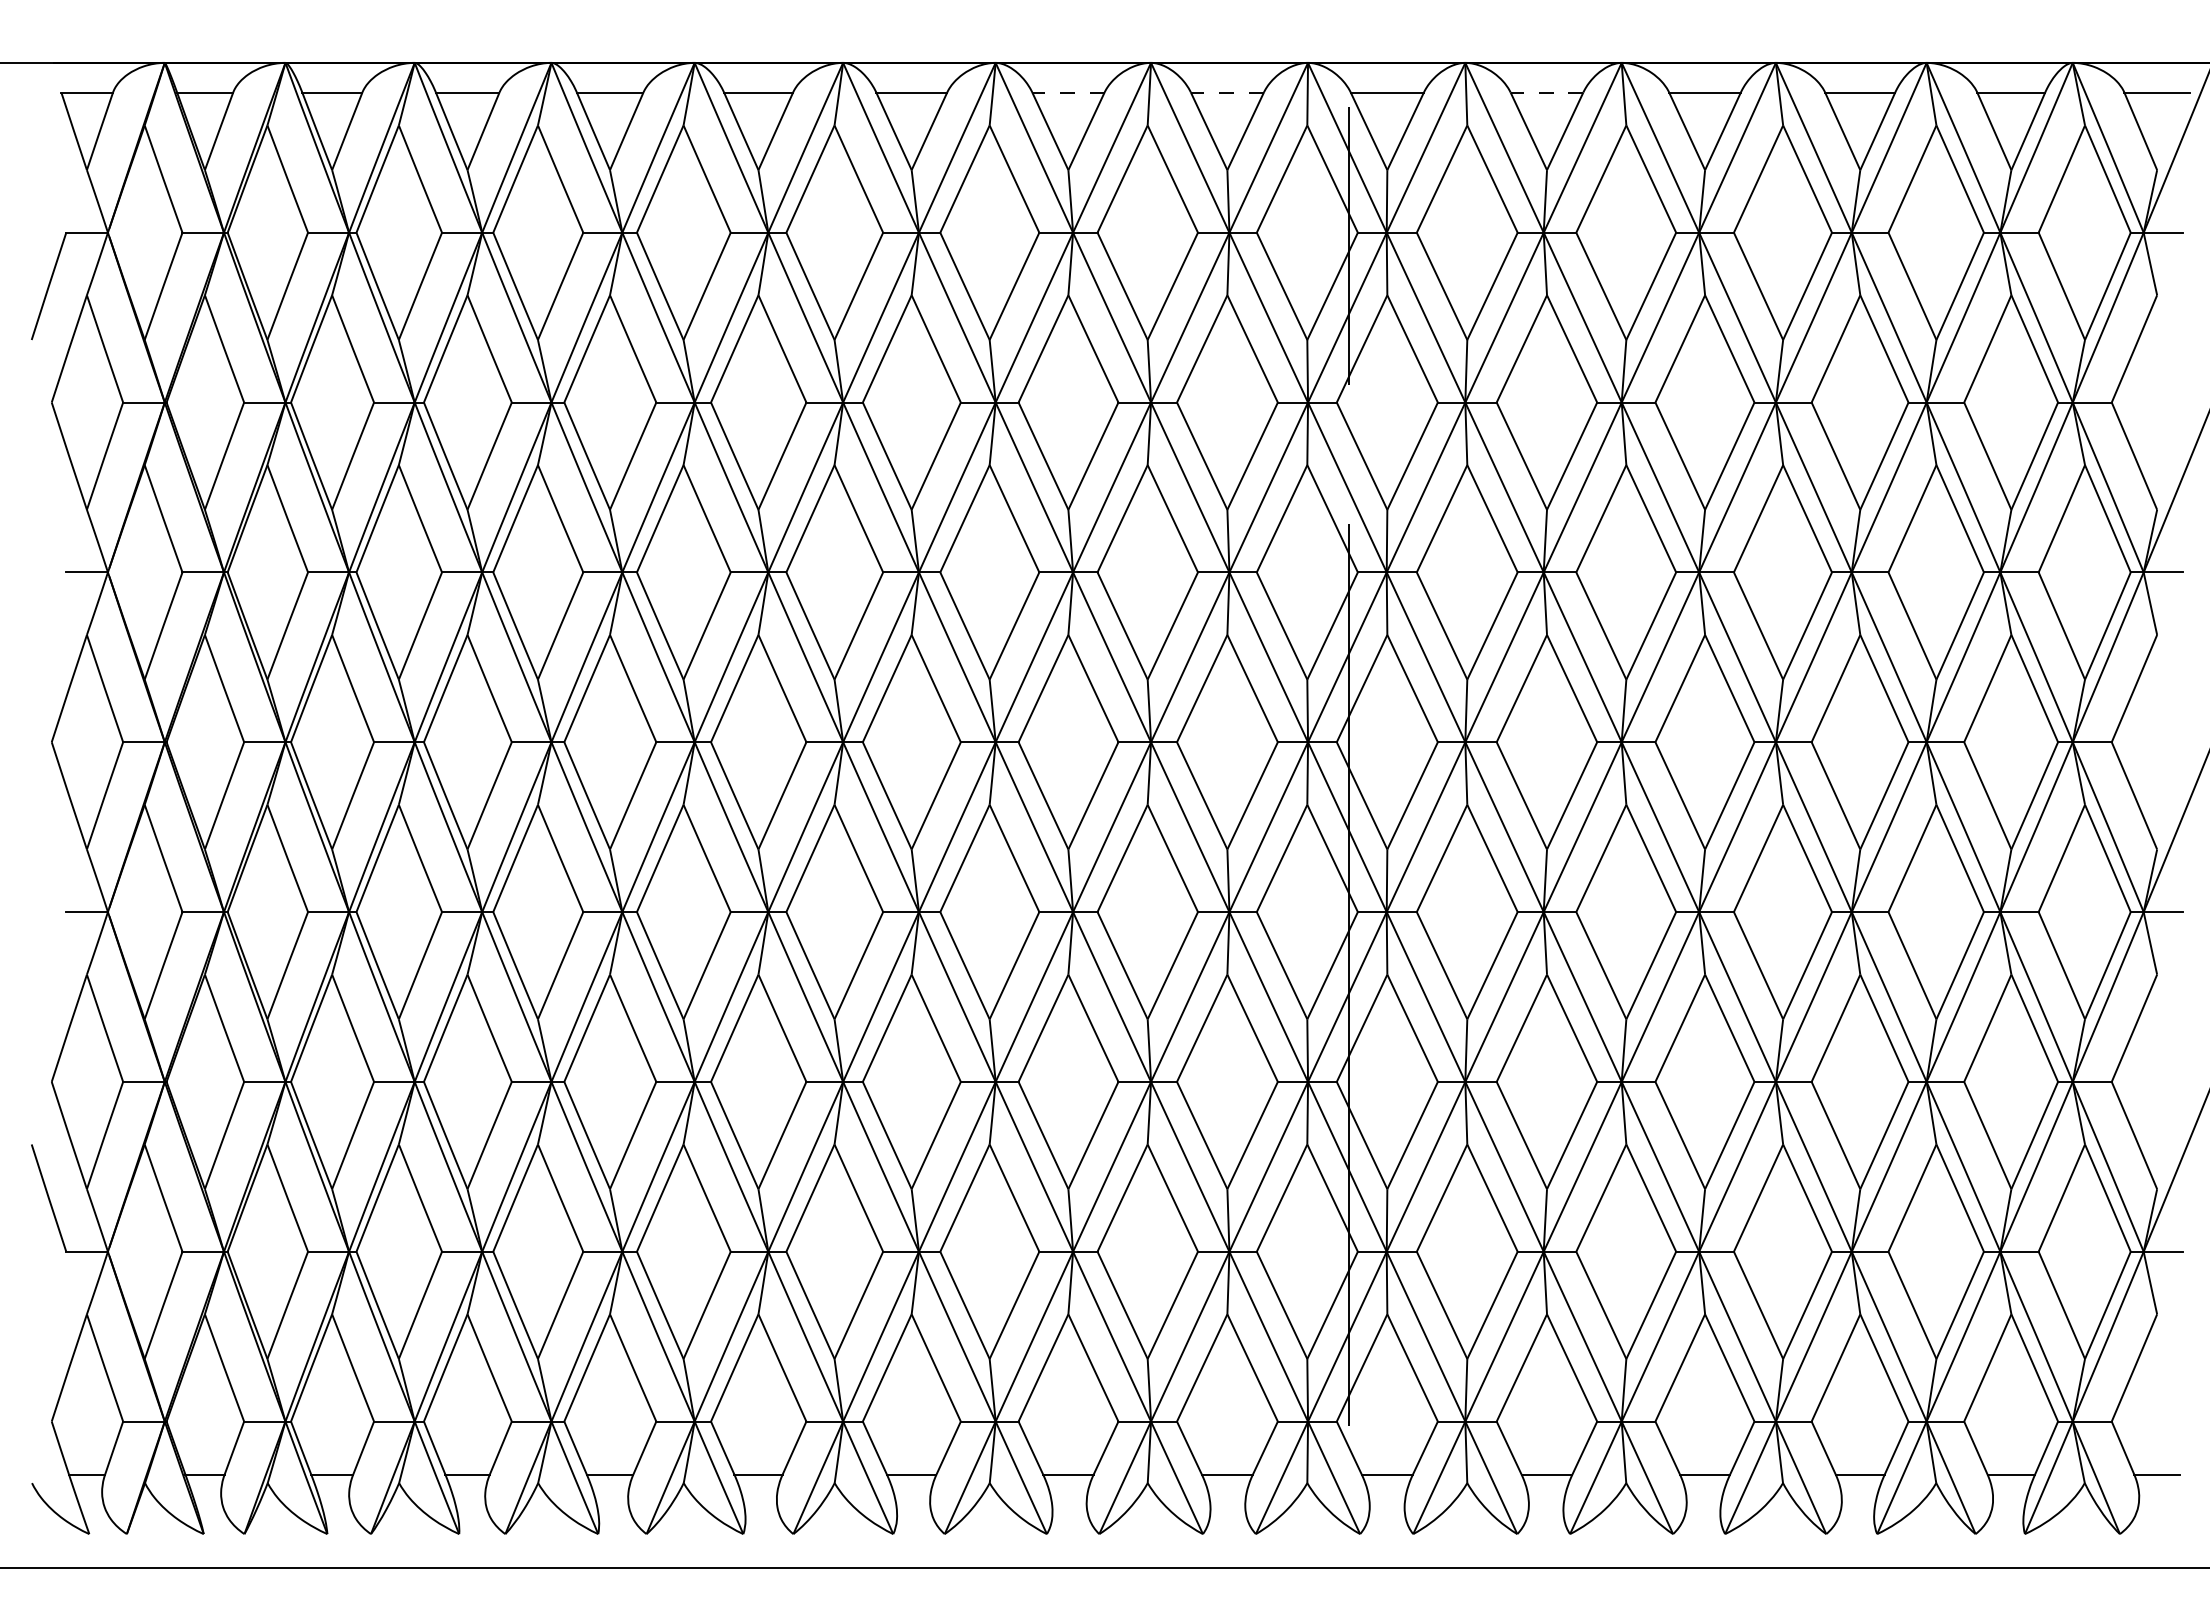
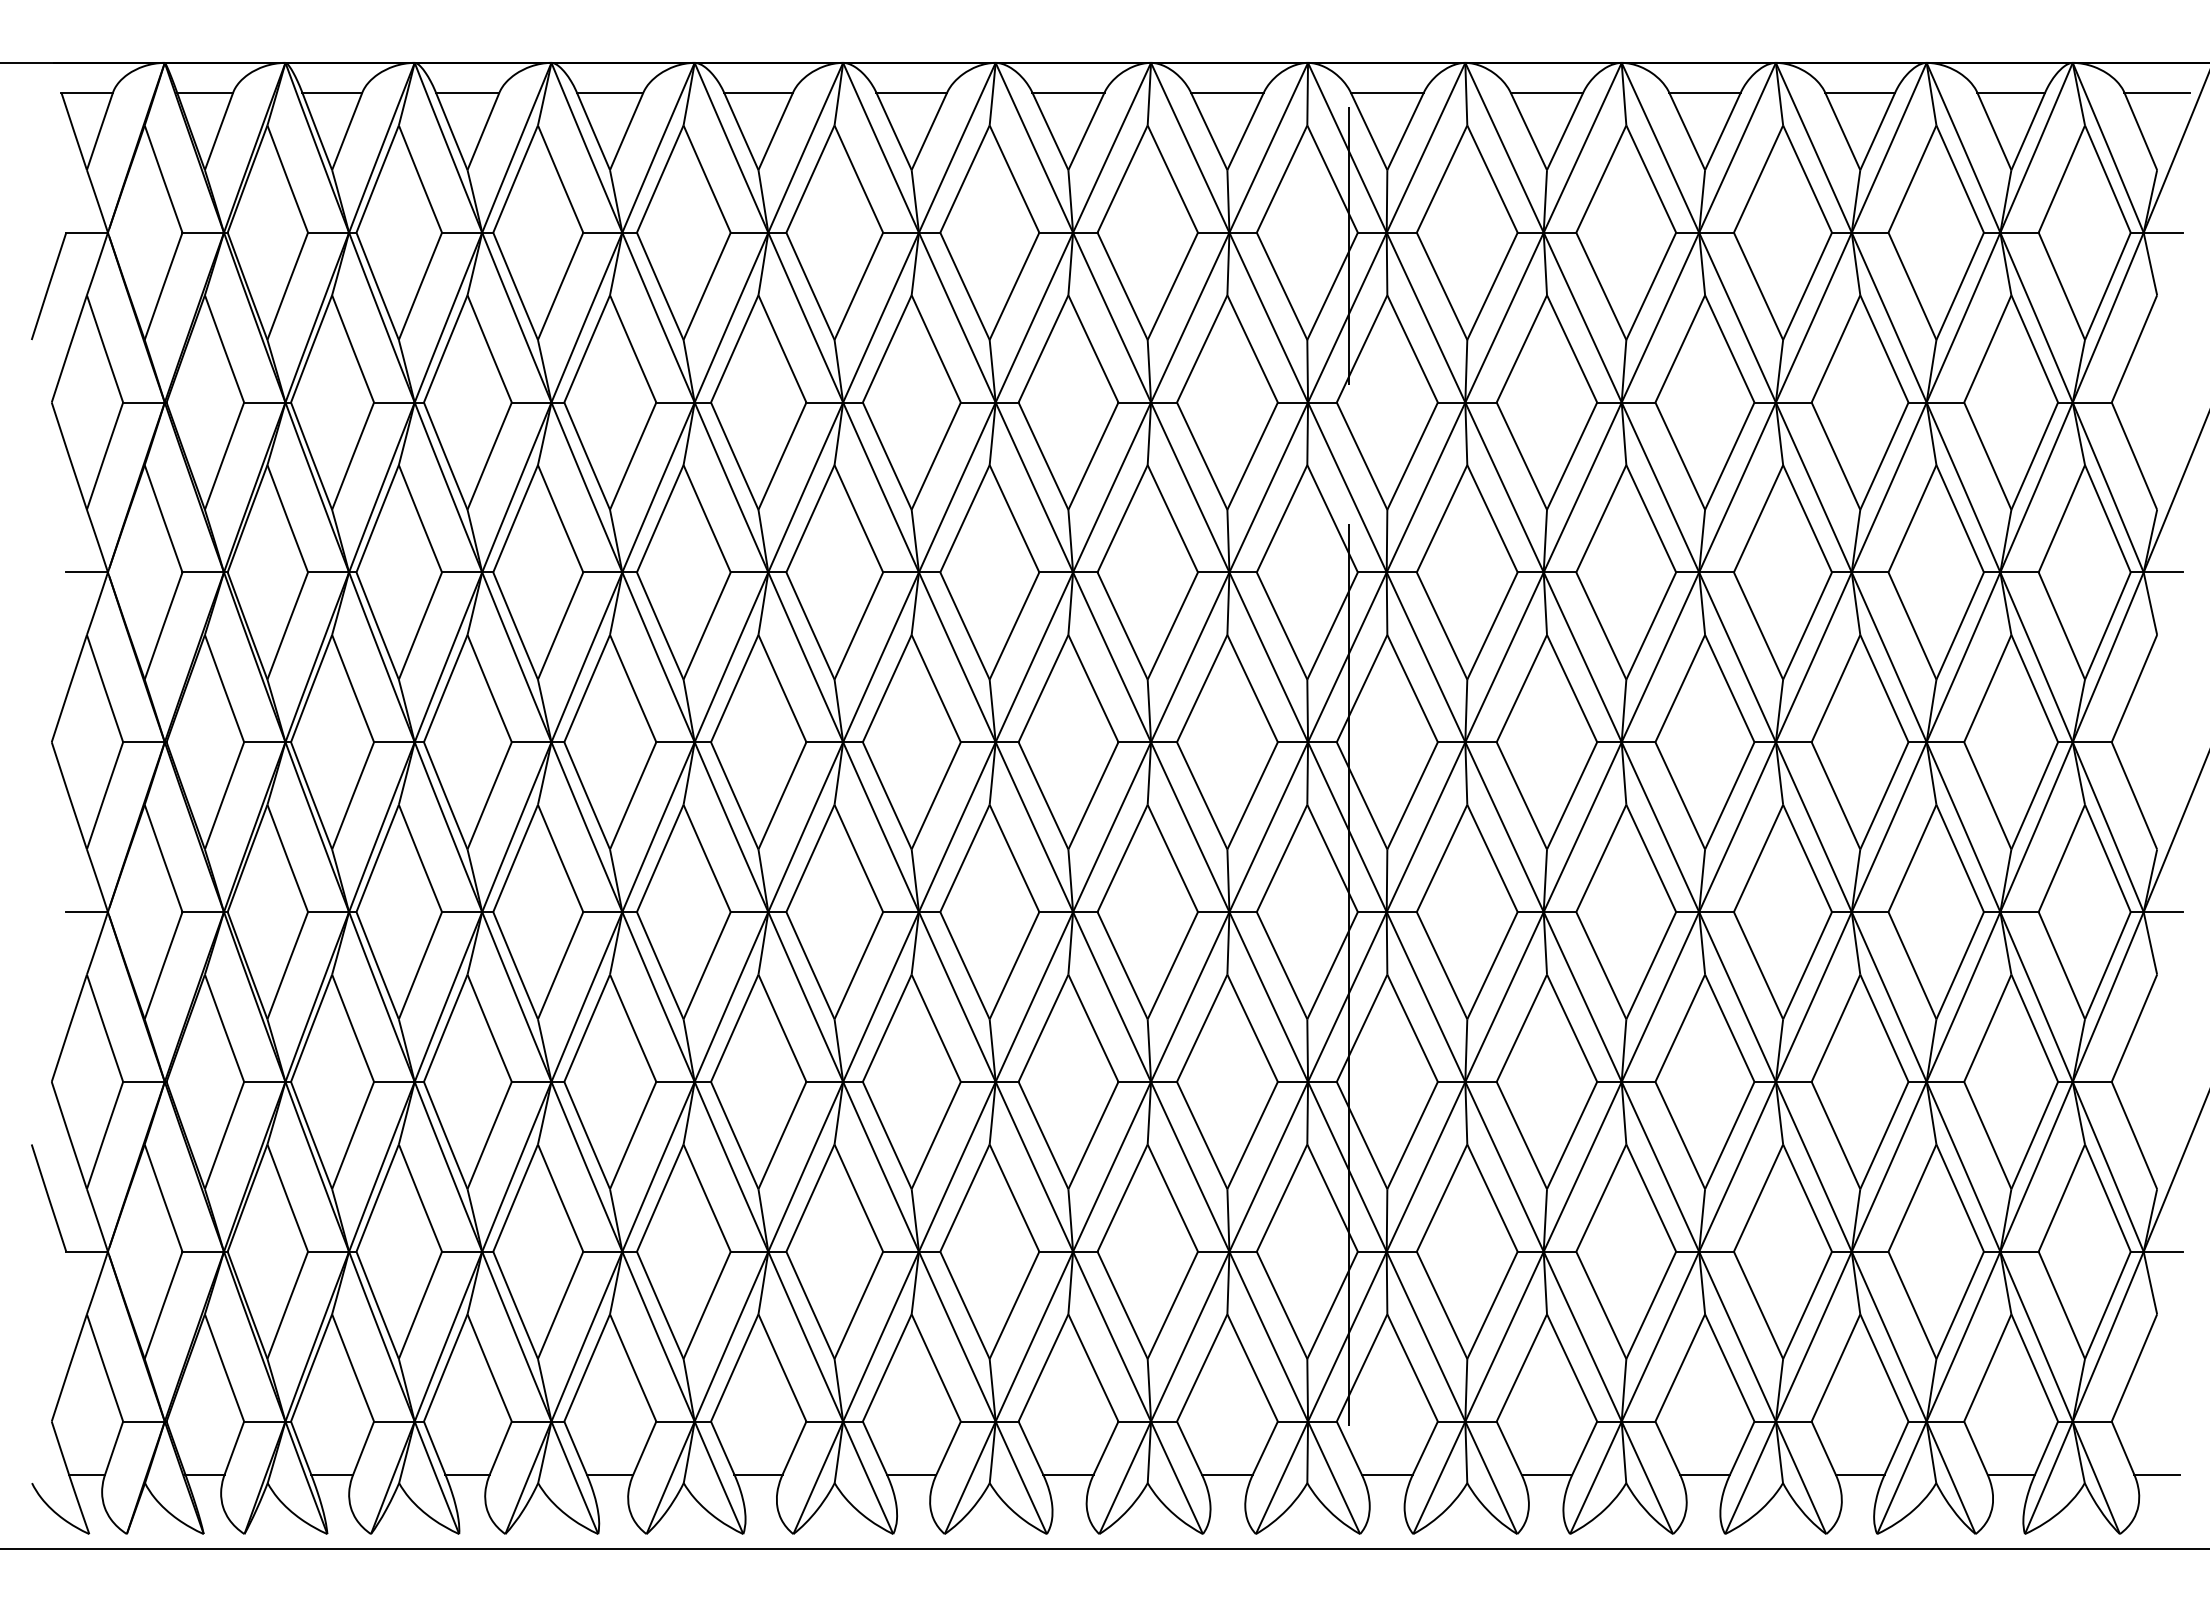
line at (1067, 92): dashed -> solid
line at (1226, 92): dashed -> solid
line at (1546, 92): dashed -> solid
line at (1104, 1567) position: (1104, 1567) -> (1104, 1548)
